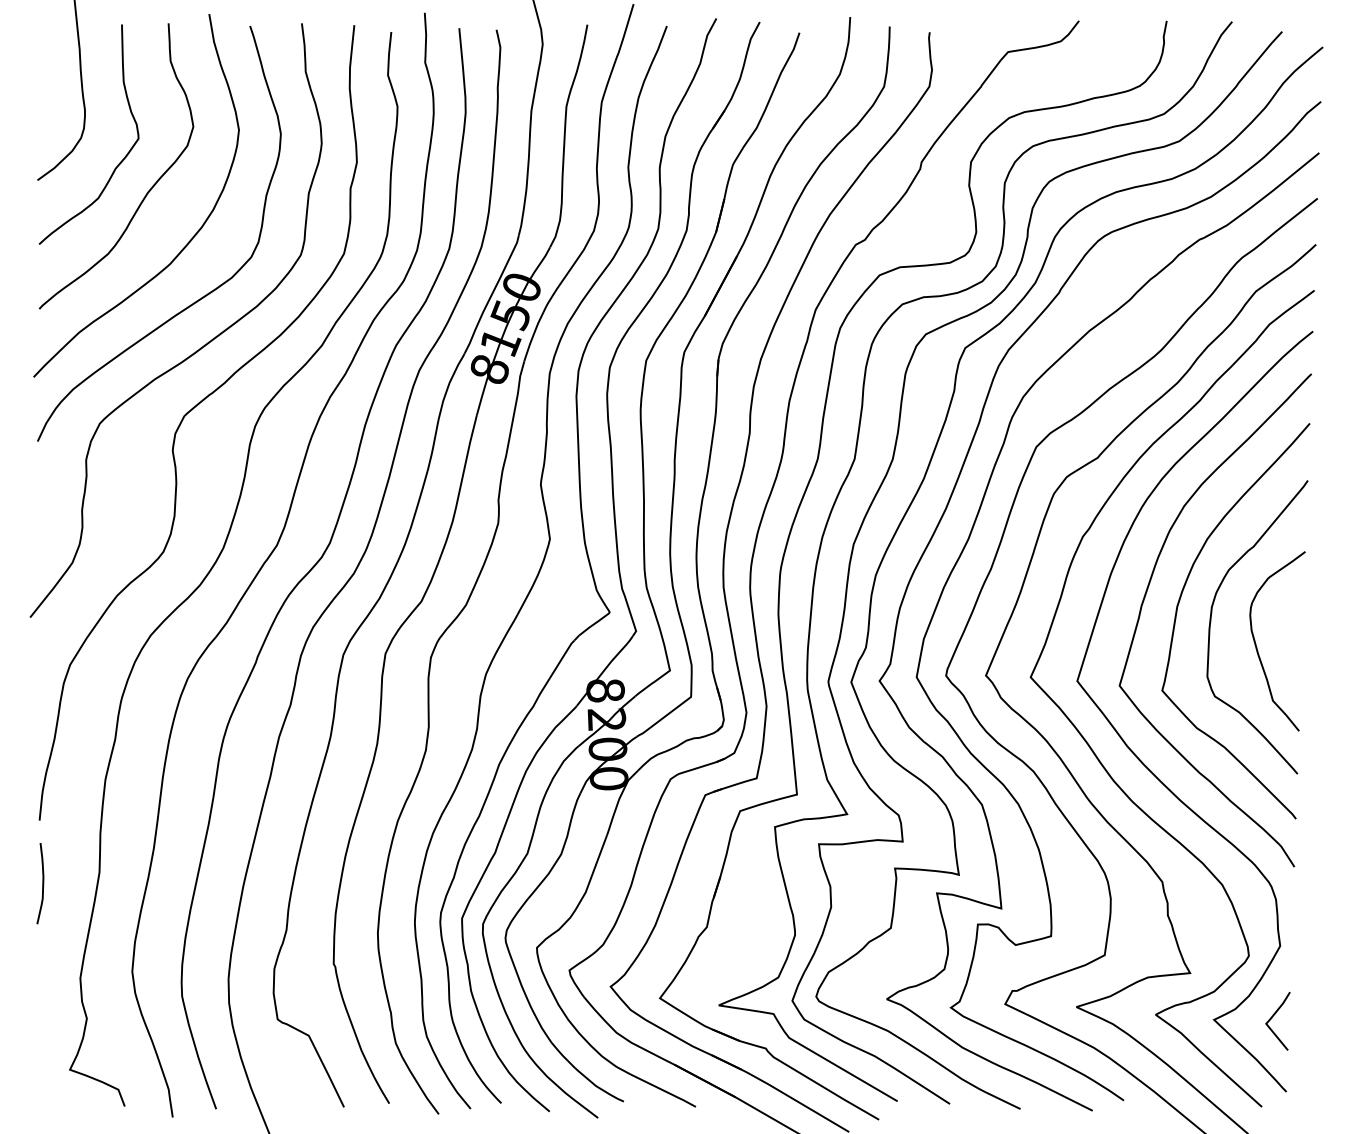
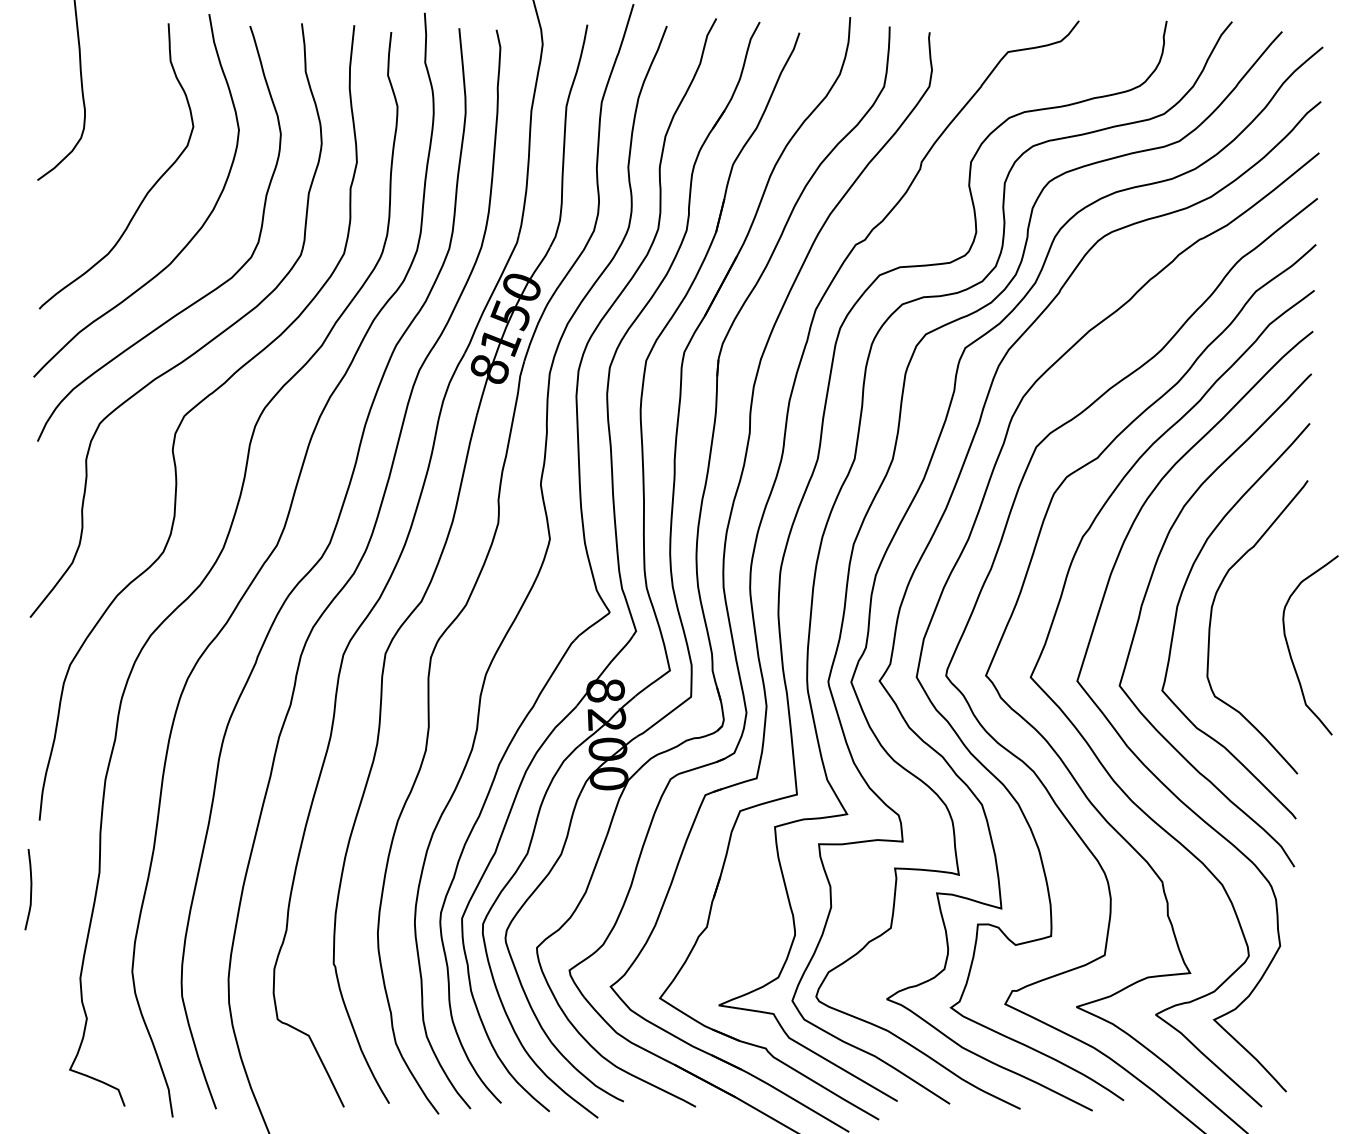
curve at (118, 163): present -> none
curve at (1257, 647) position: (1257, 647) -> (1290, 651)
curve at (42, 883) position: (42, 883) -> (30, 889)
line at (1272, 1018): present -> none
